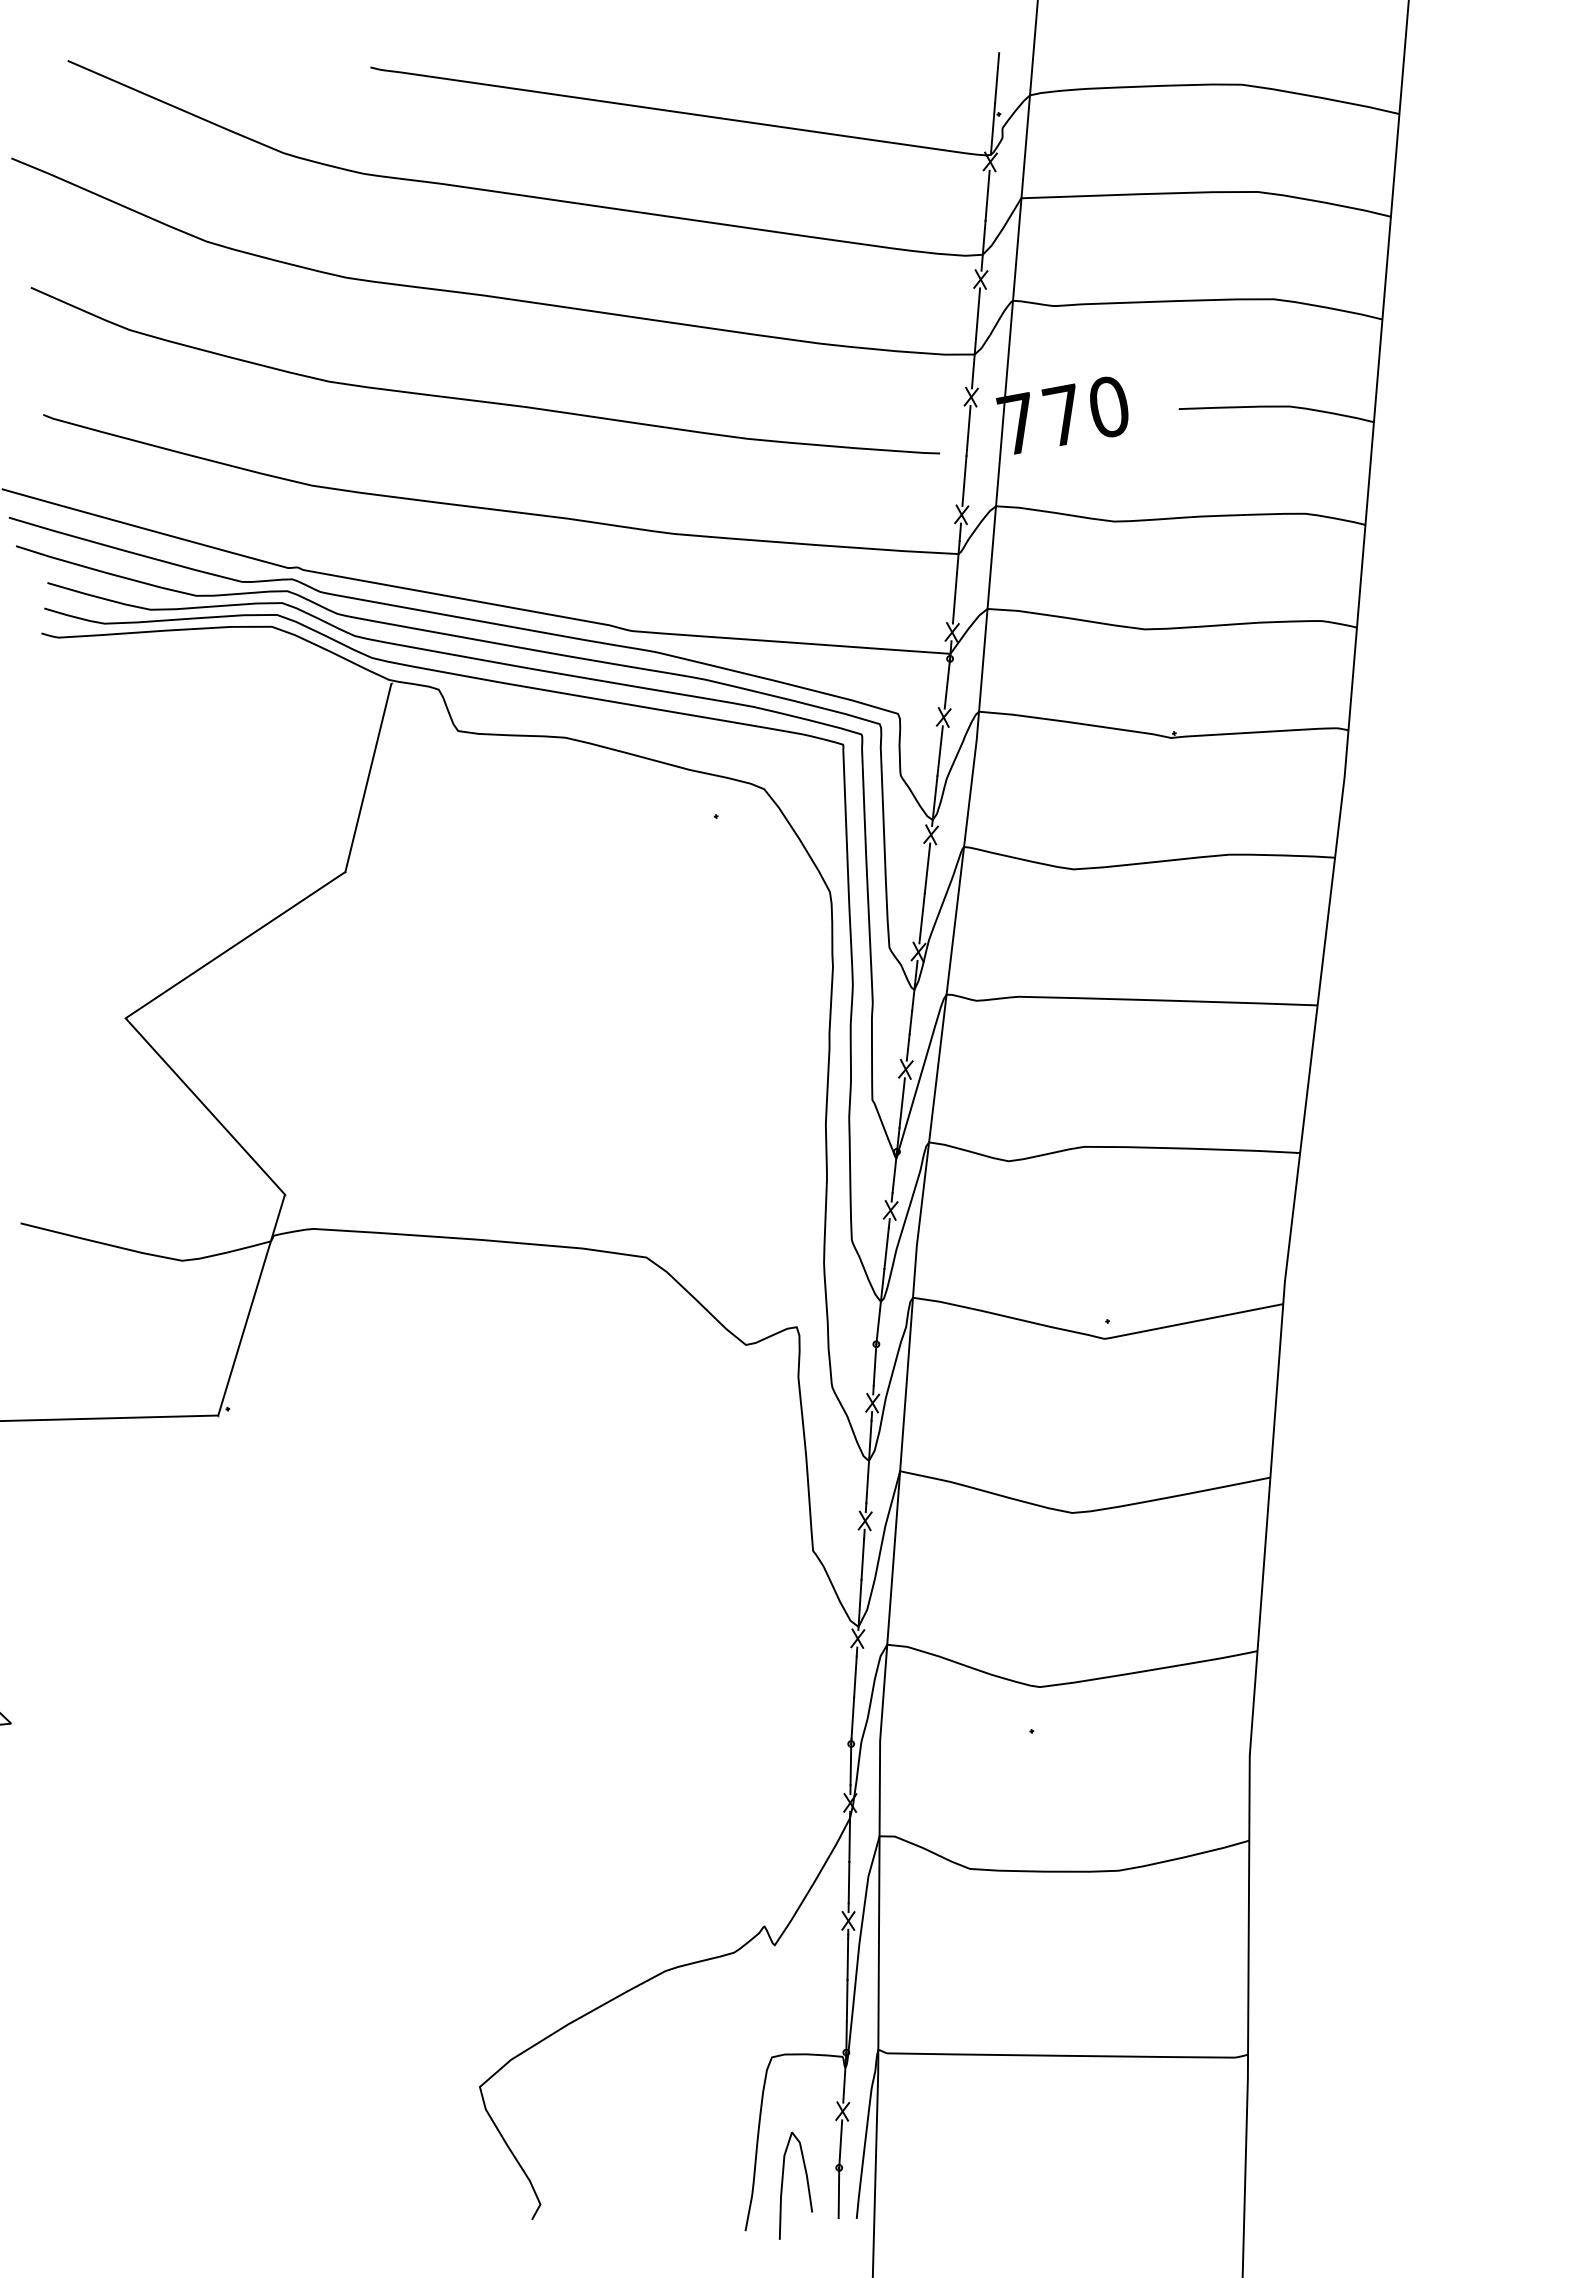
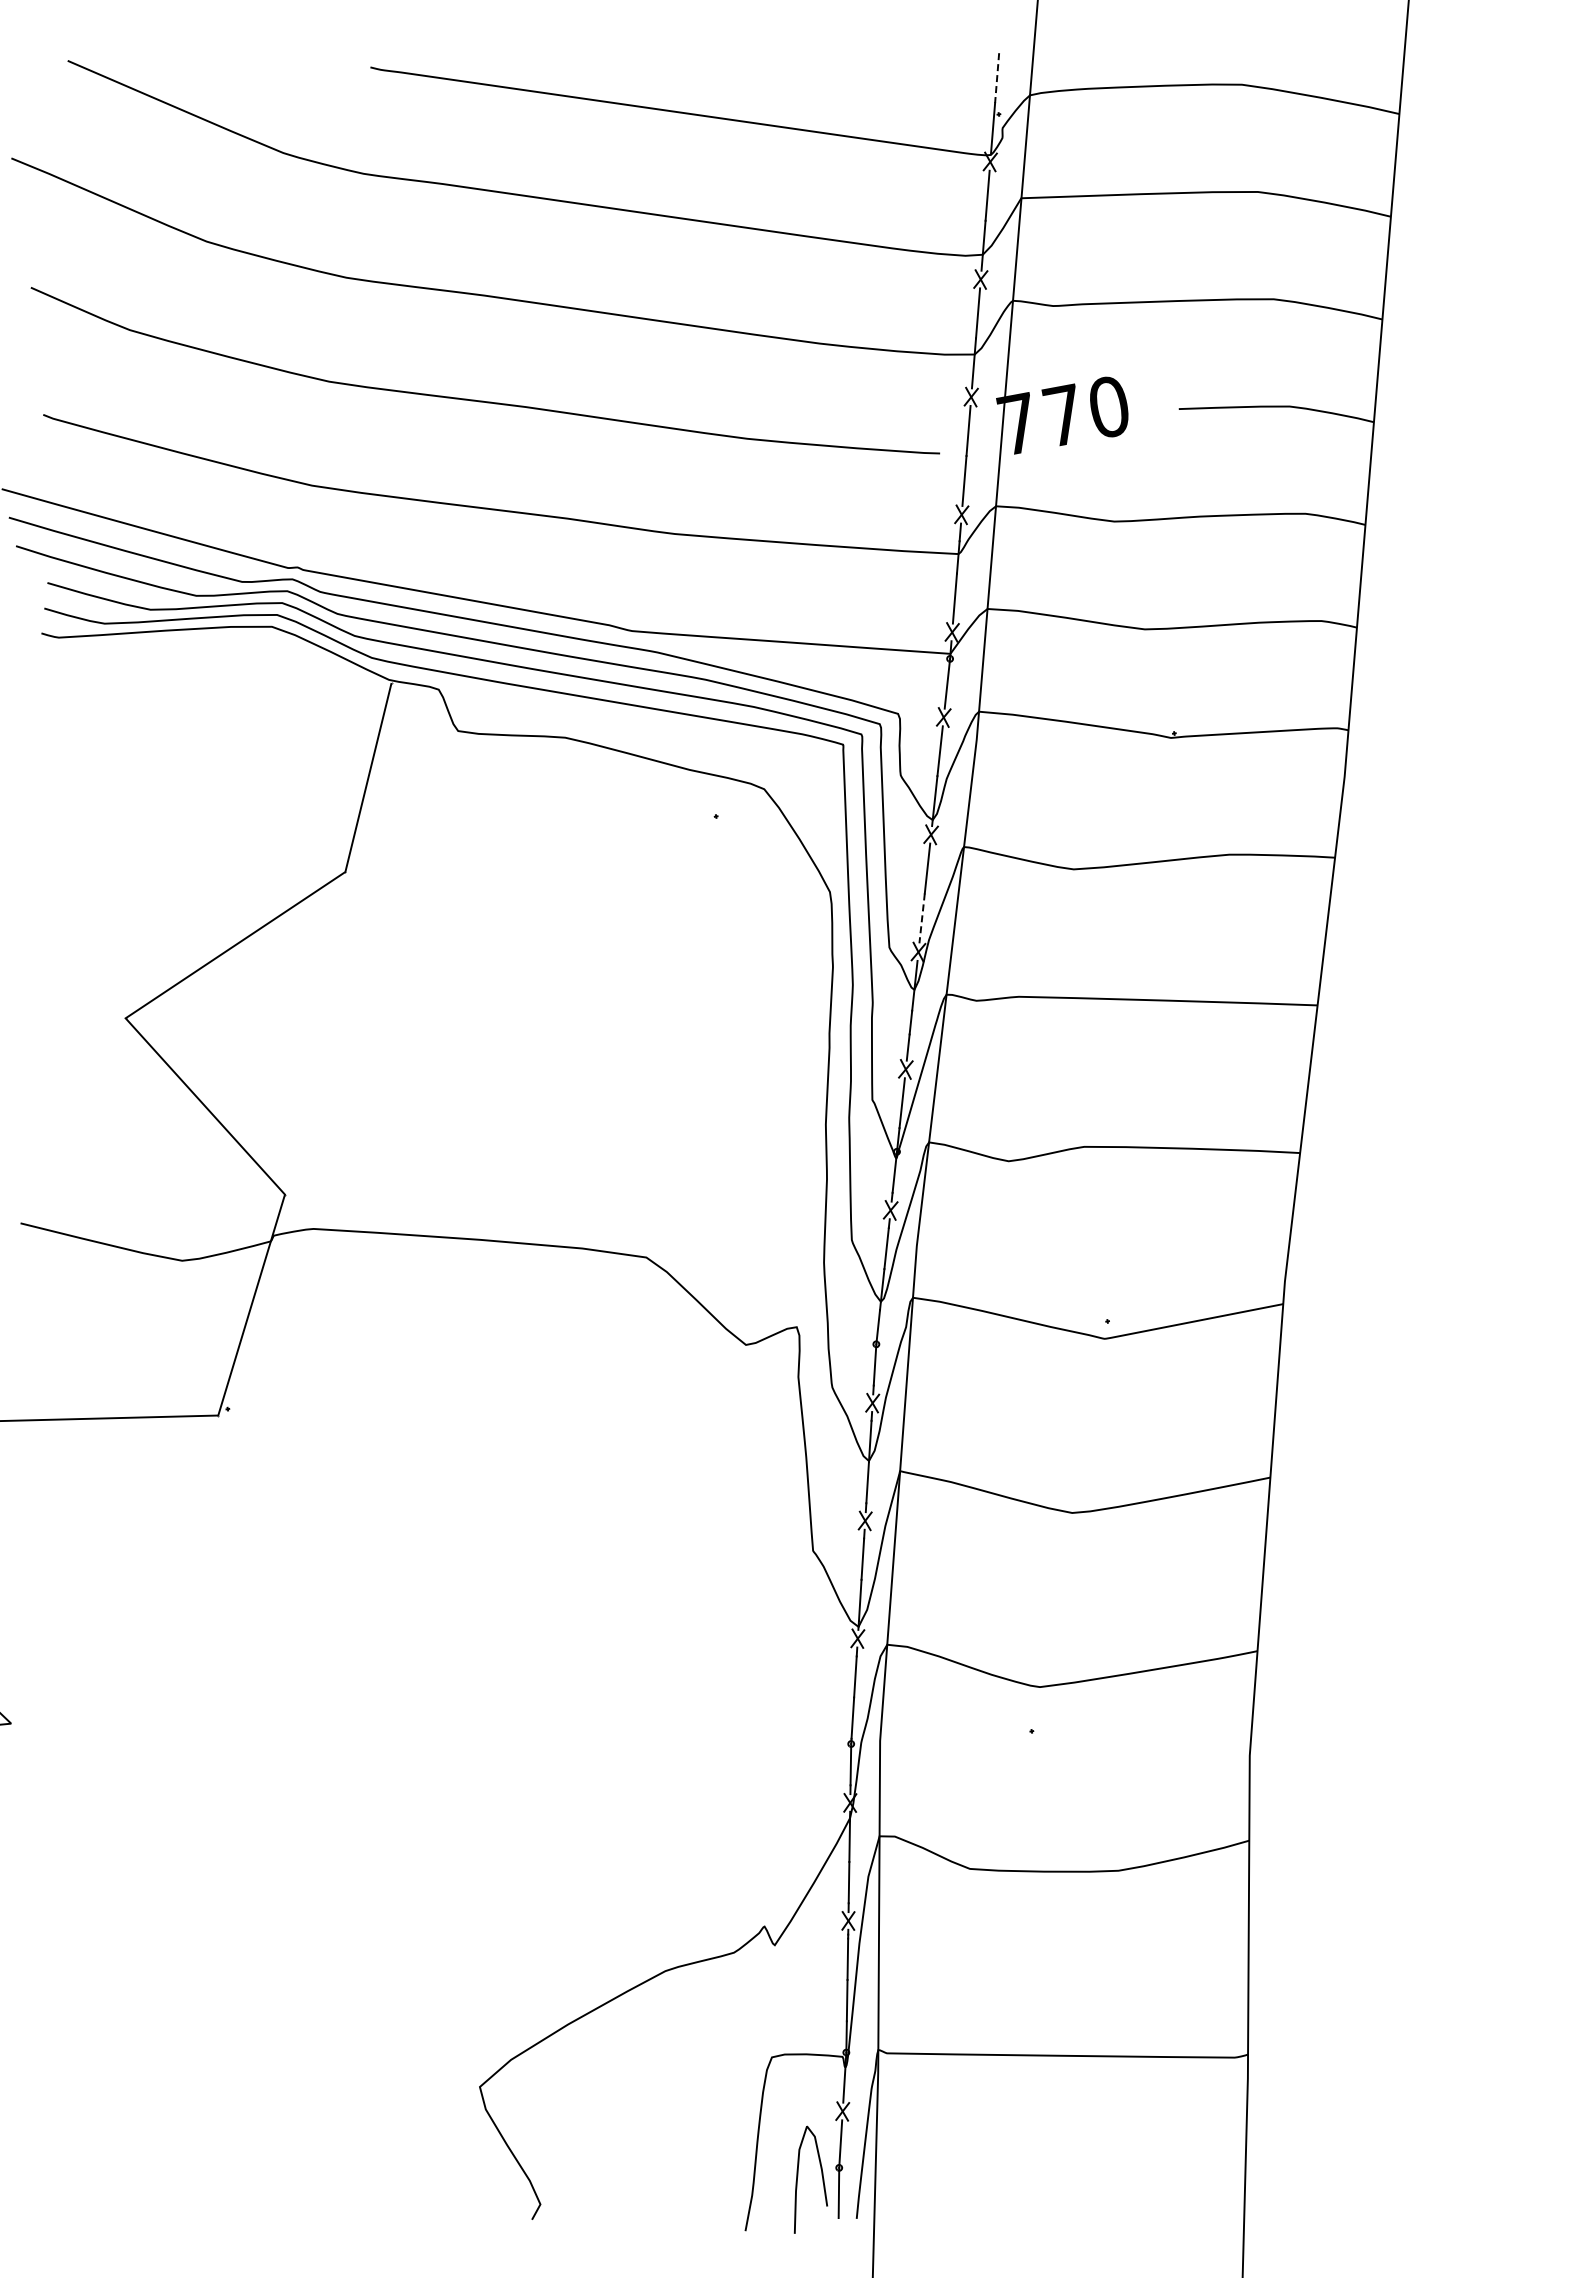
line at (997, 78): solid -> dashed
line at (922, 918): solid -> dashed
curve at (806, 2181) position: (806, 2181) -> (821, 2175)
